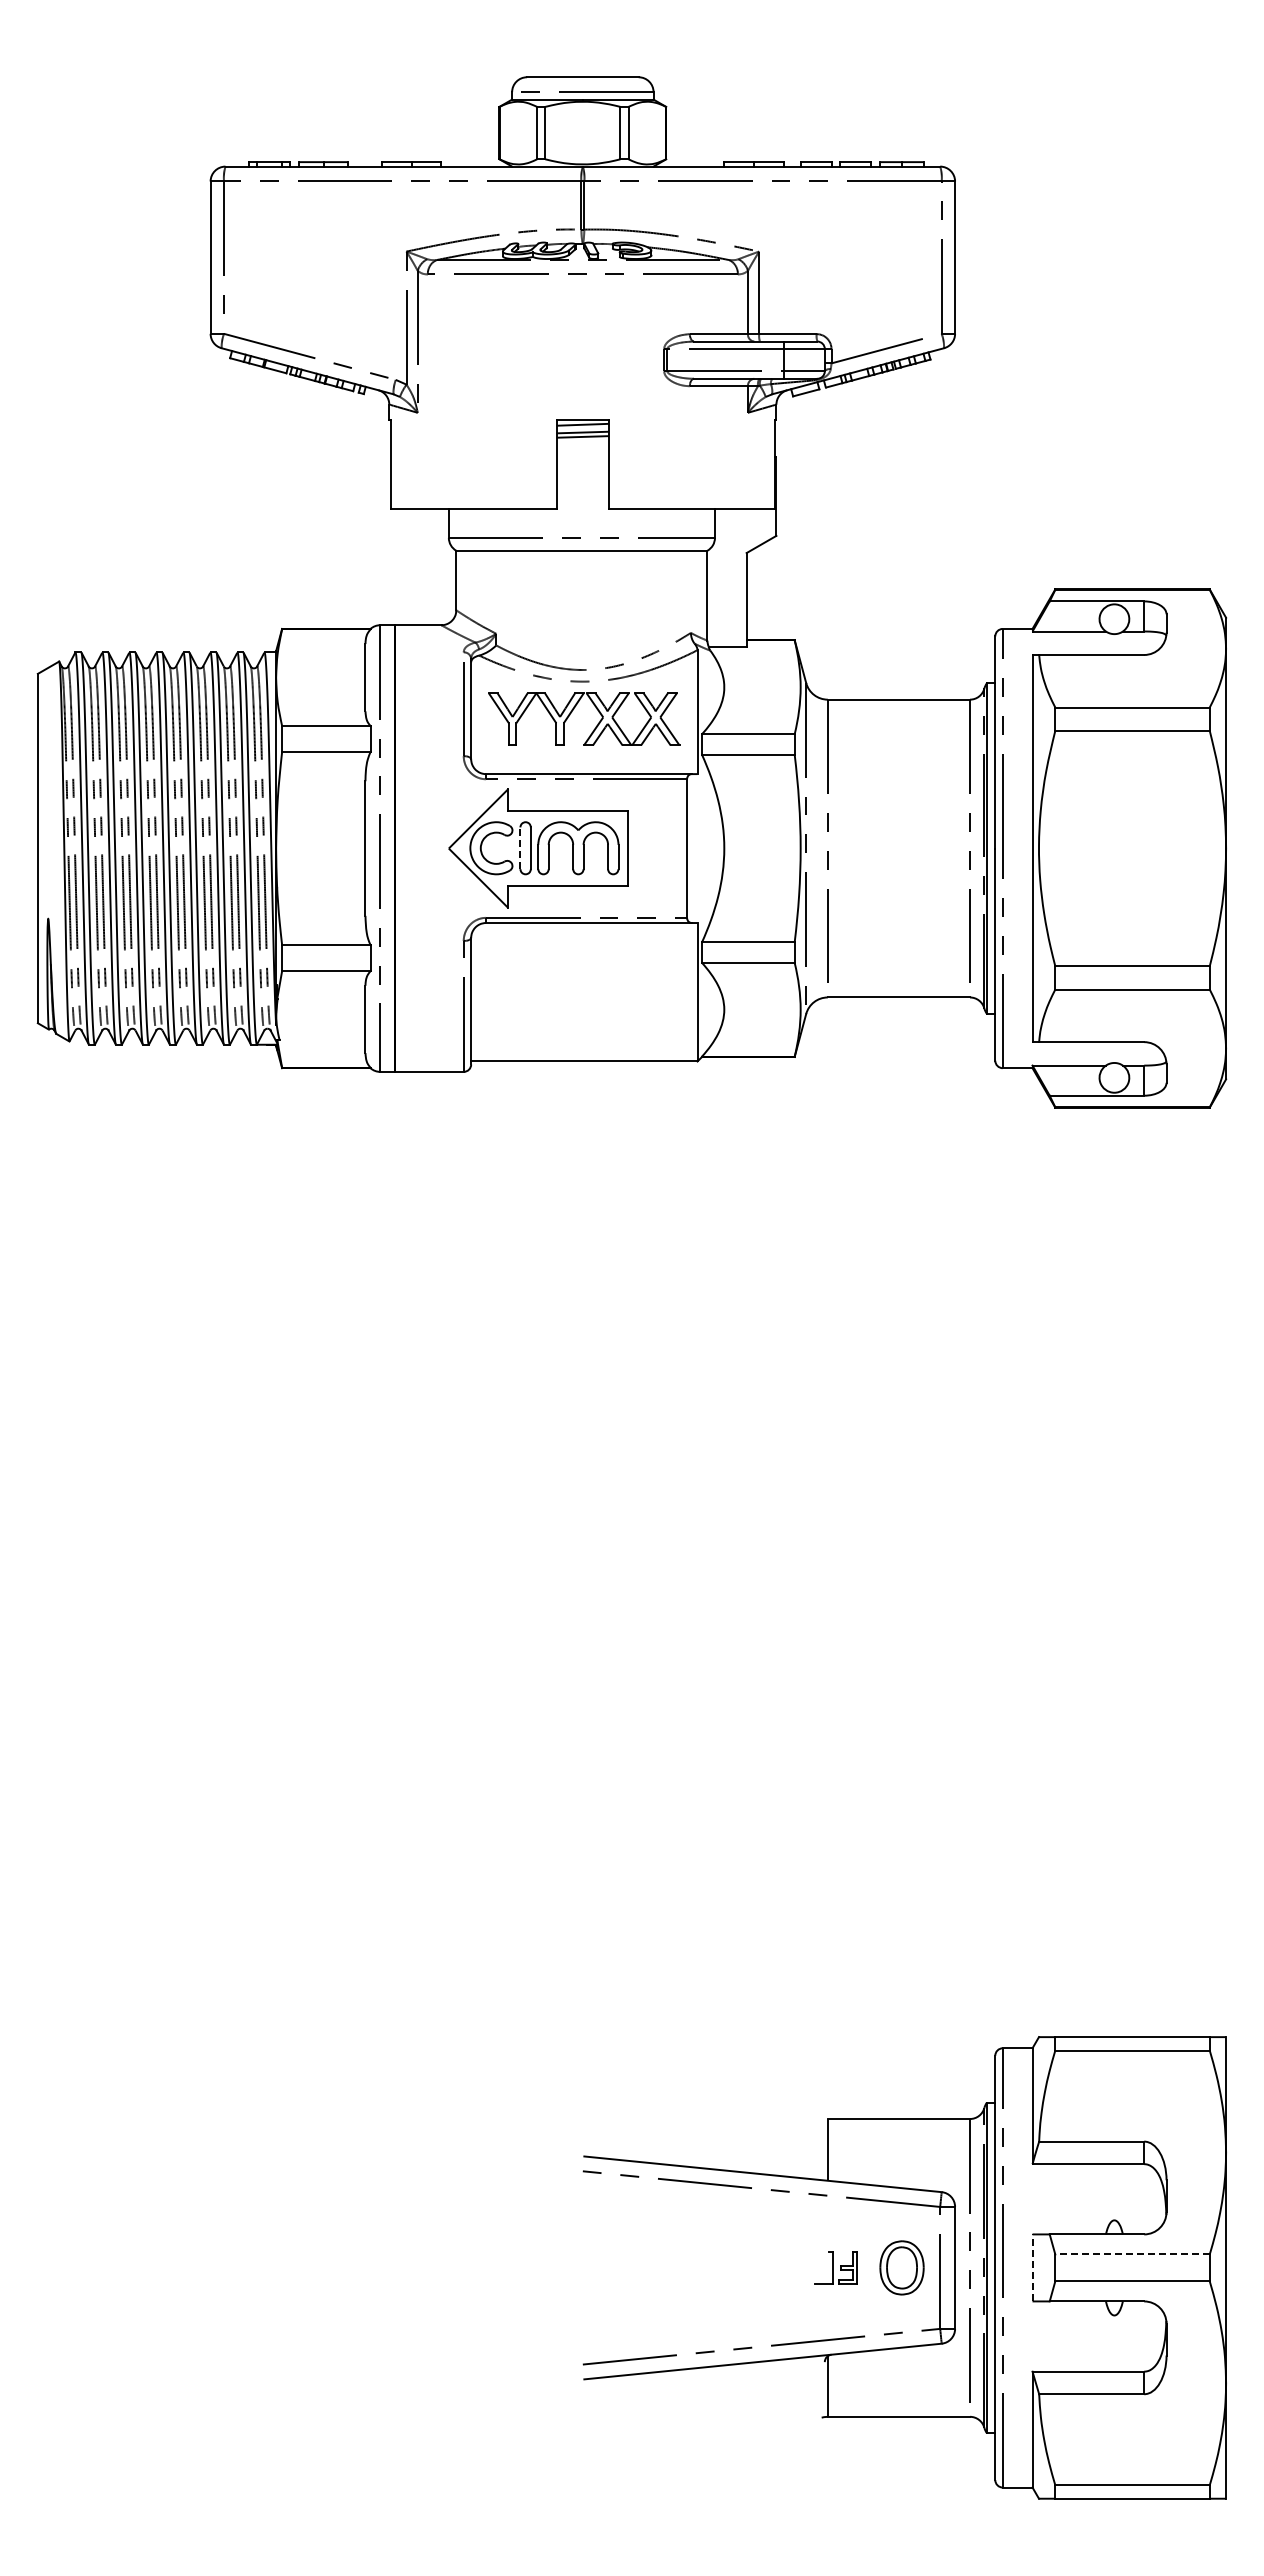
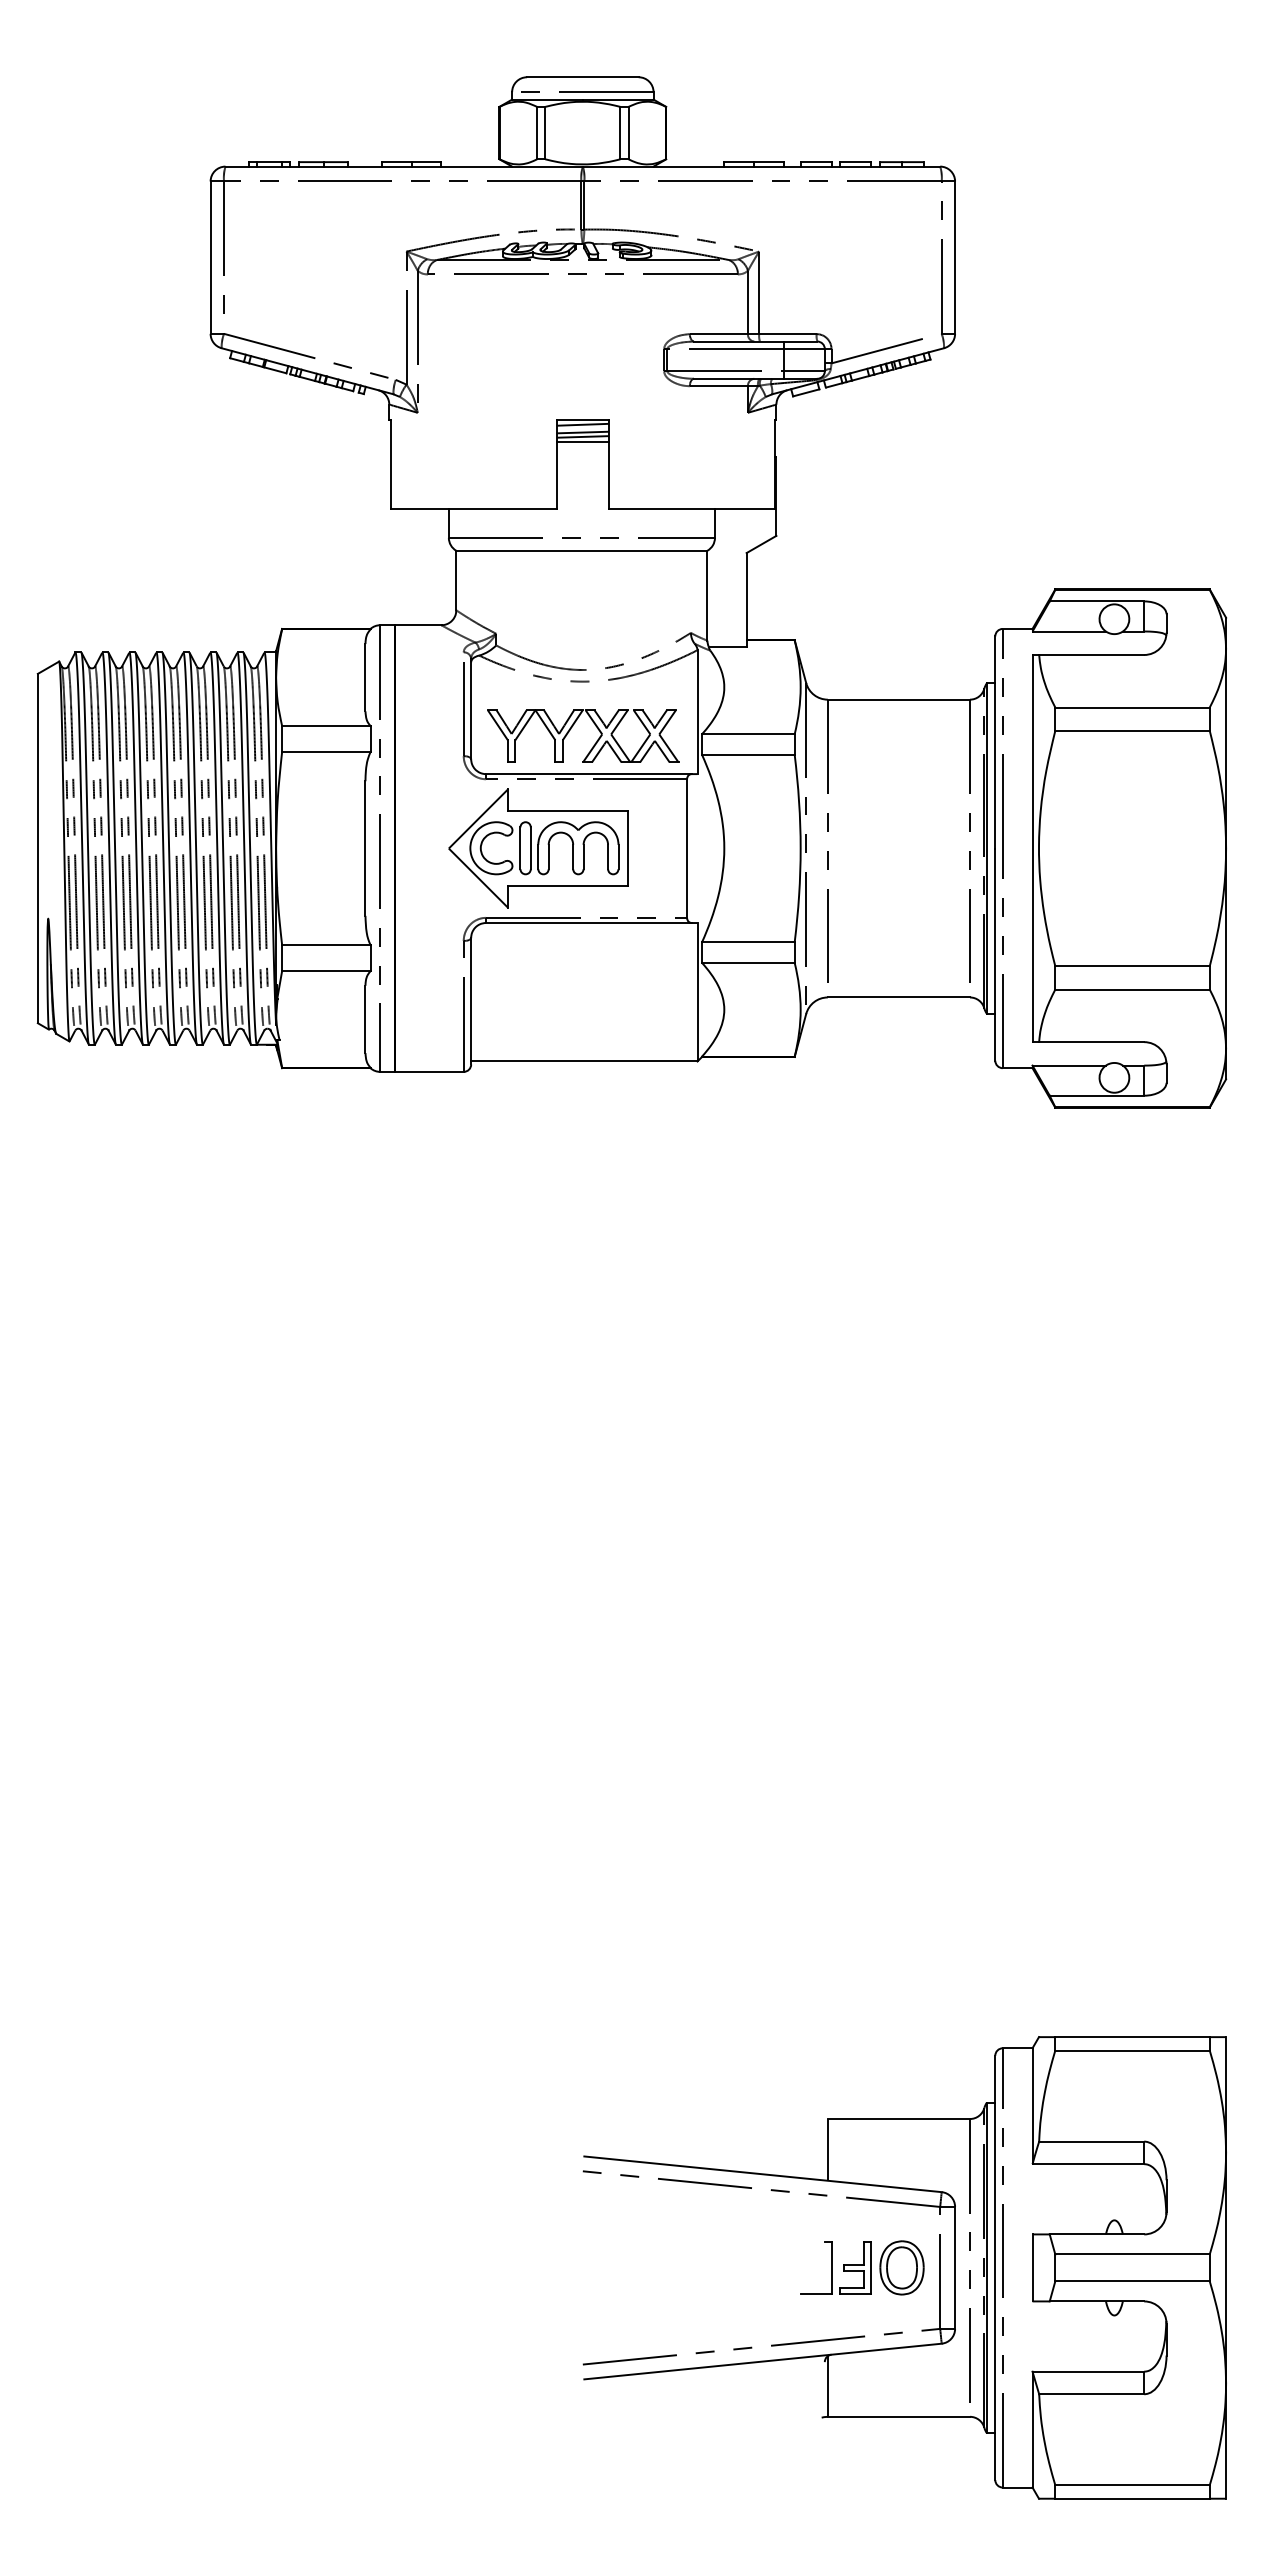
line at (582, 442): none -> present
part at (572, 712) position: (572, 712) -> (571, 729)
line at (520, 848): dashed -> solid
line at (1132, 2254): dashed -> solid
part at (835, 2267) size: 44x34 px -> 72x54 px
line at (1032, 2267): dashed -> solid
